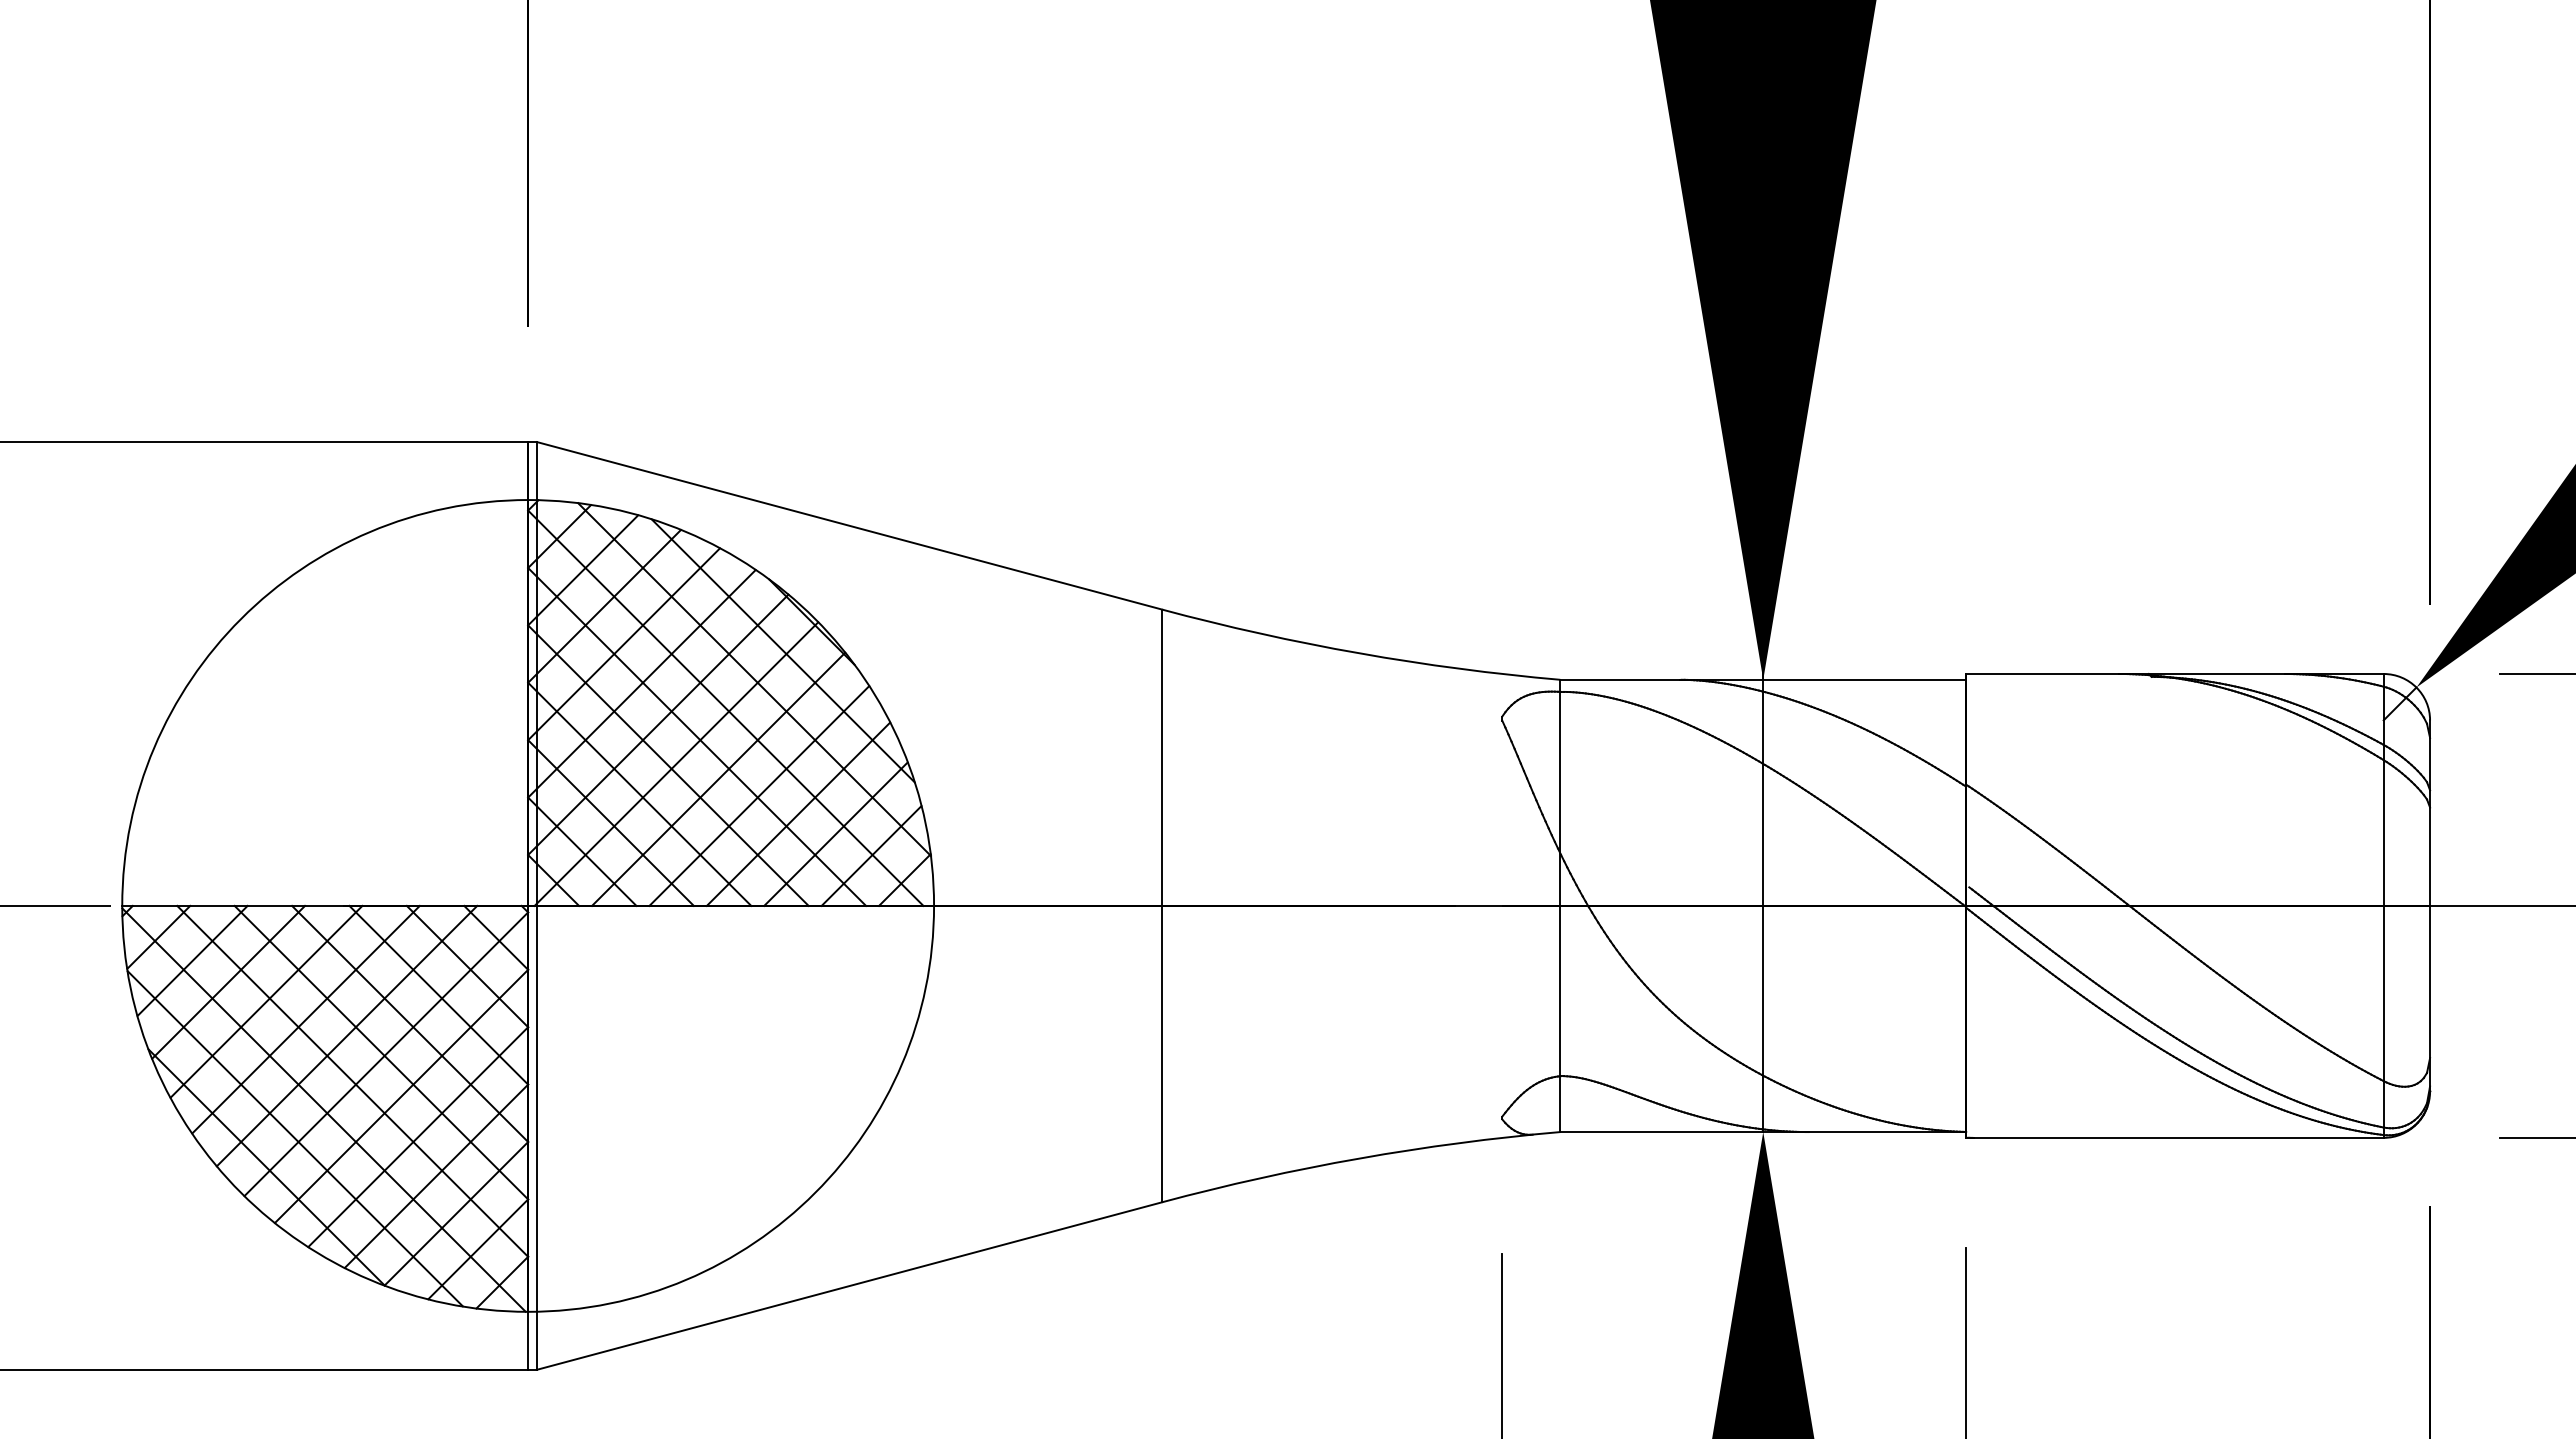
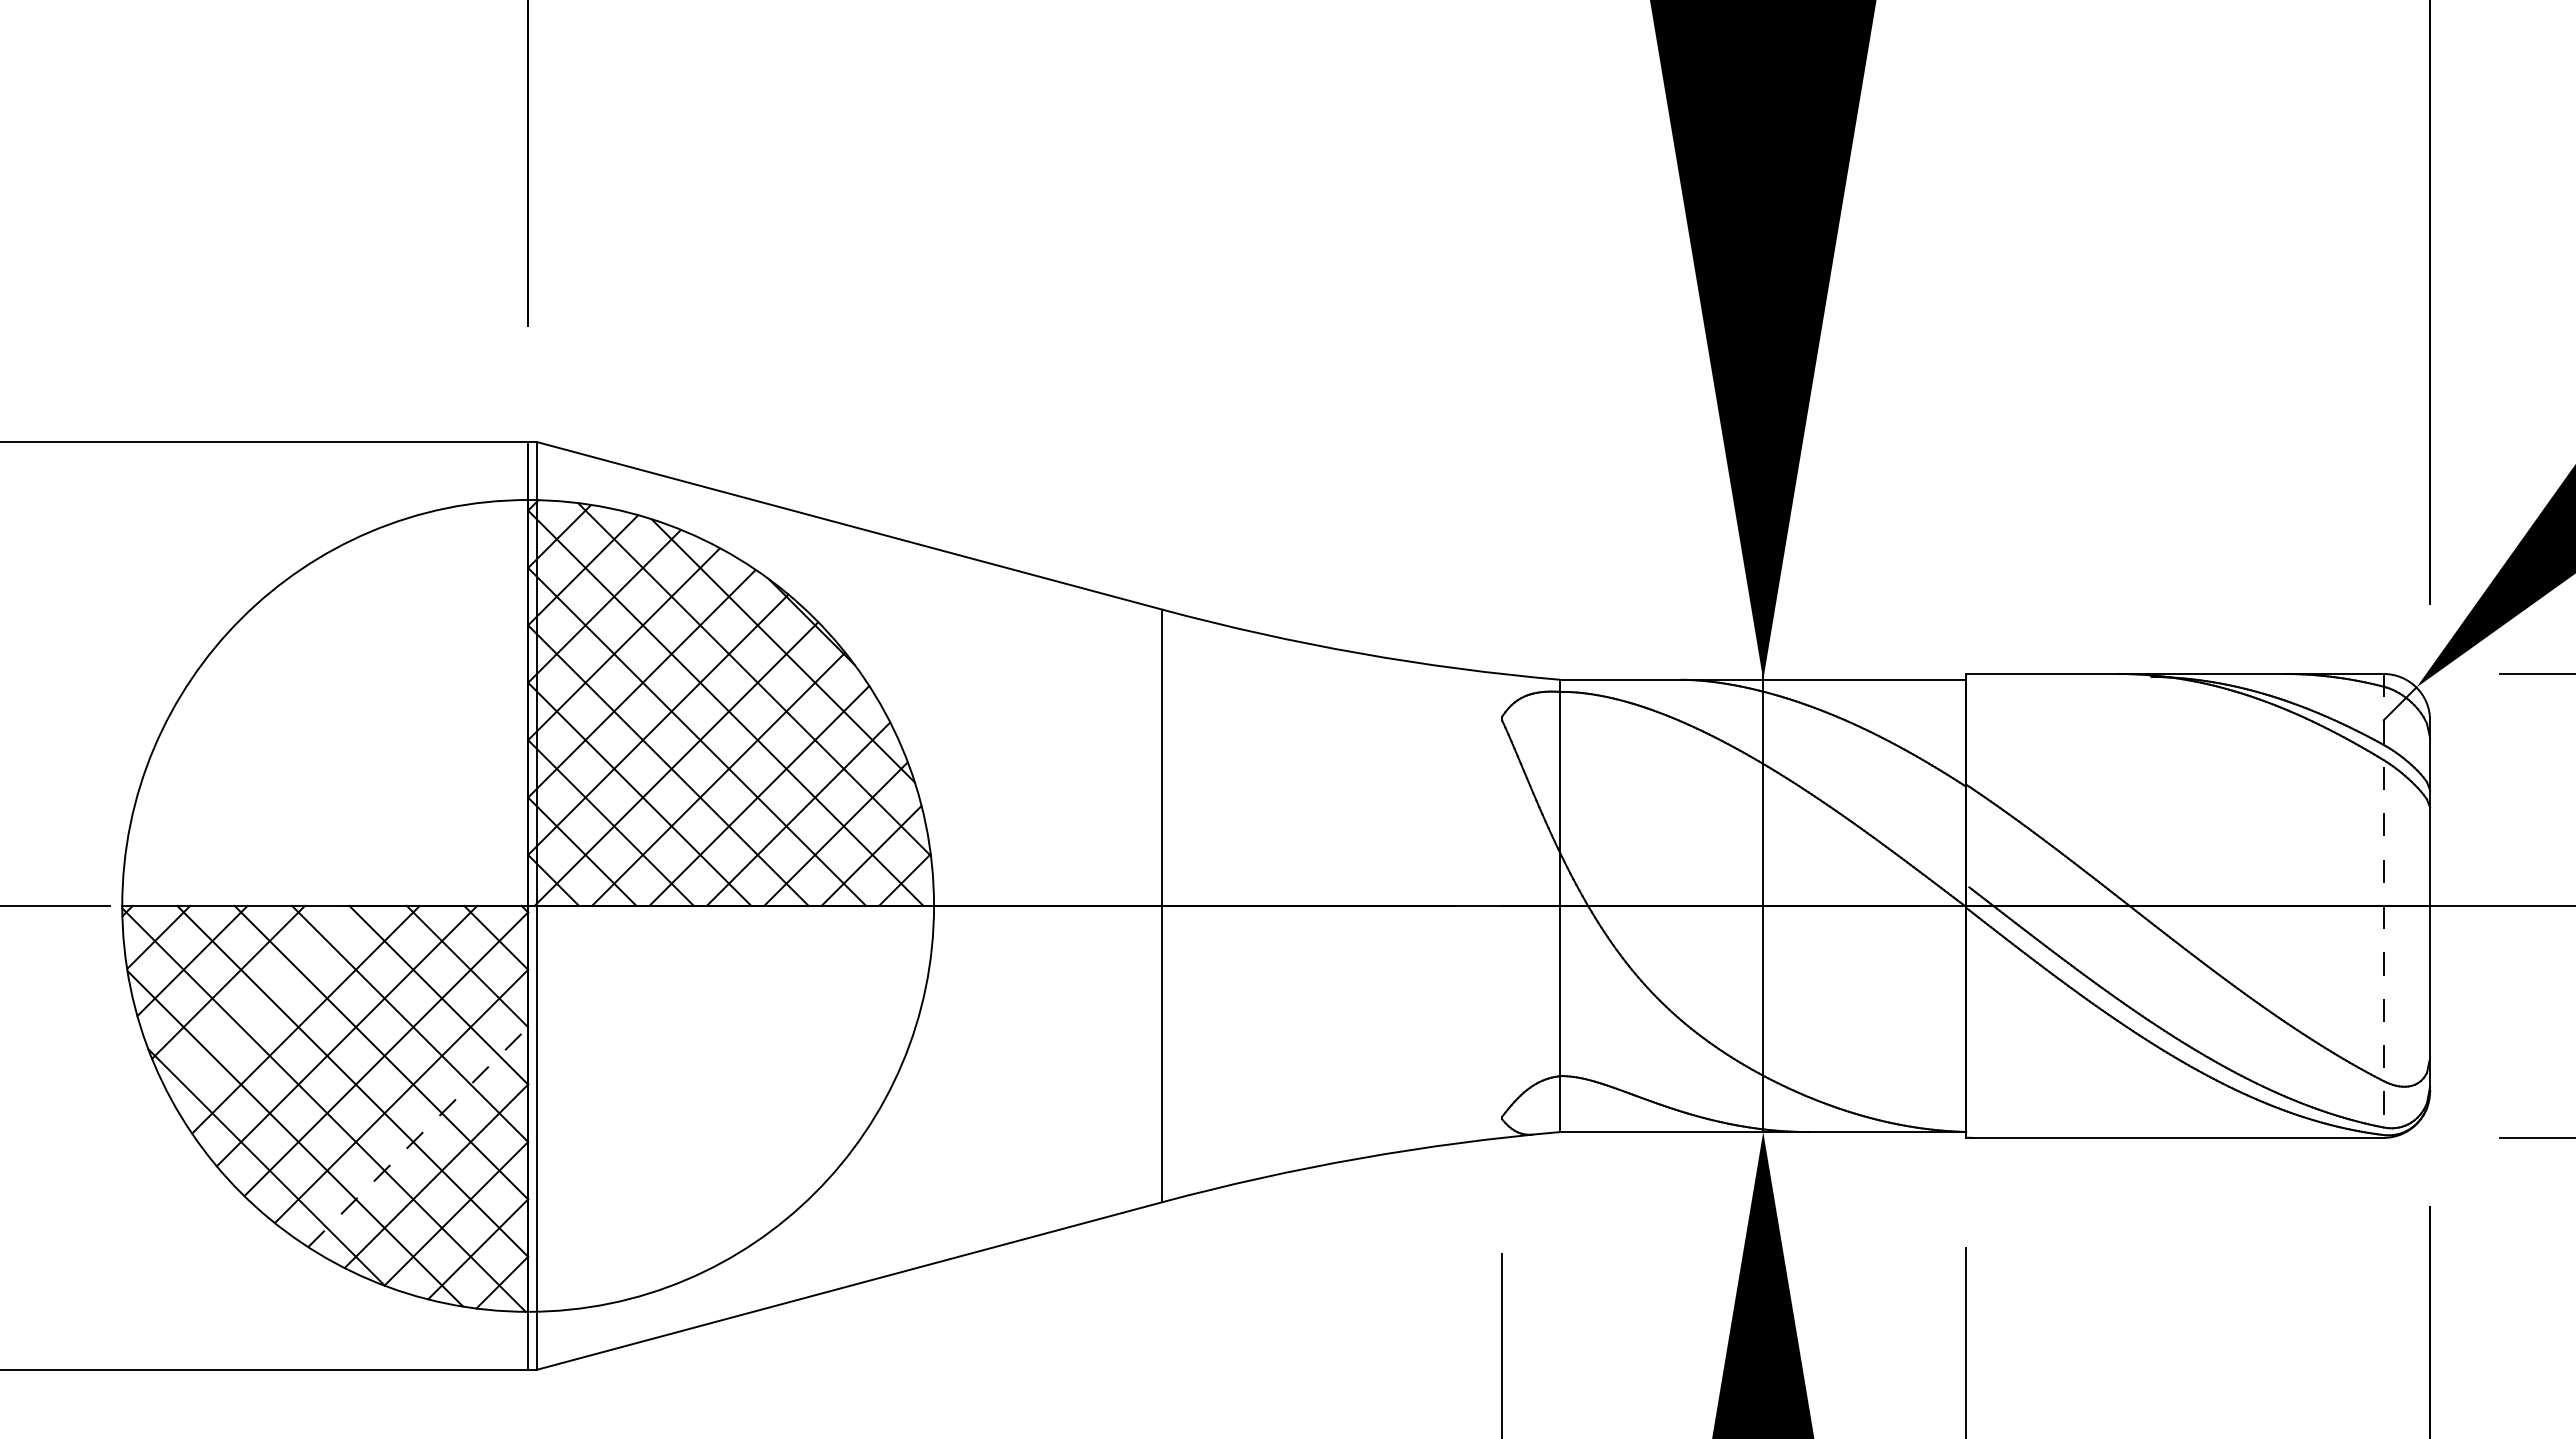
line at (2383, 905): solid -> dashed
line at (266, 1001): present -> none
line at (418, 1136): solid -> dashed
